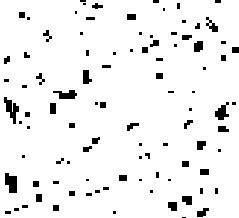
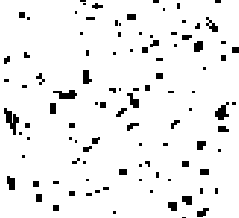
part at (117, 28): none -> present
part at (47, 35): present -> none
line at (106, 66): present -> none
part at (129, 100): none -> present
part at (16, 112) position: (16, 112) -> (16, 123)
part at (188, 124) position: (188, 124) -> (175, 124)
part at (72, 139): none -> present
part at (144, 155) position: (144, 155) -> (144, 163)
part at (62, 160) position: (62, 160) -> (78, 160)
line at (122, 177) position: (122, 177) -> (122, 171)
part at (10, 182) size: 12x20 px -> 8x14 px
part at (16, 209): present -> none
